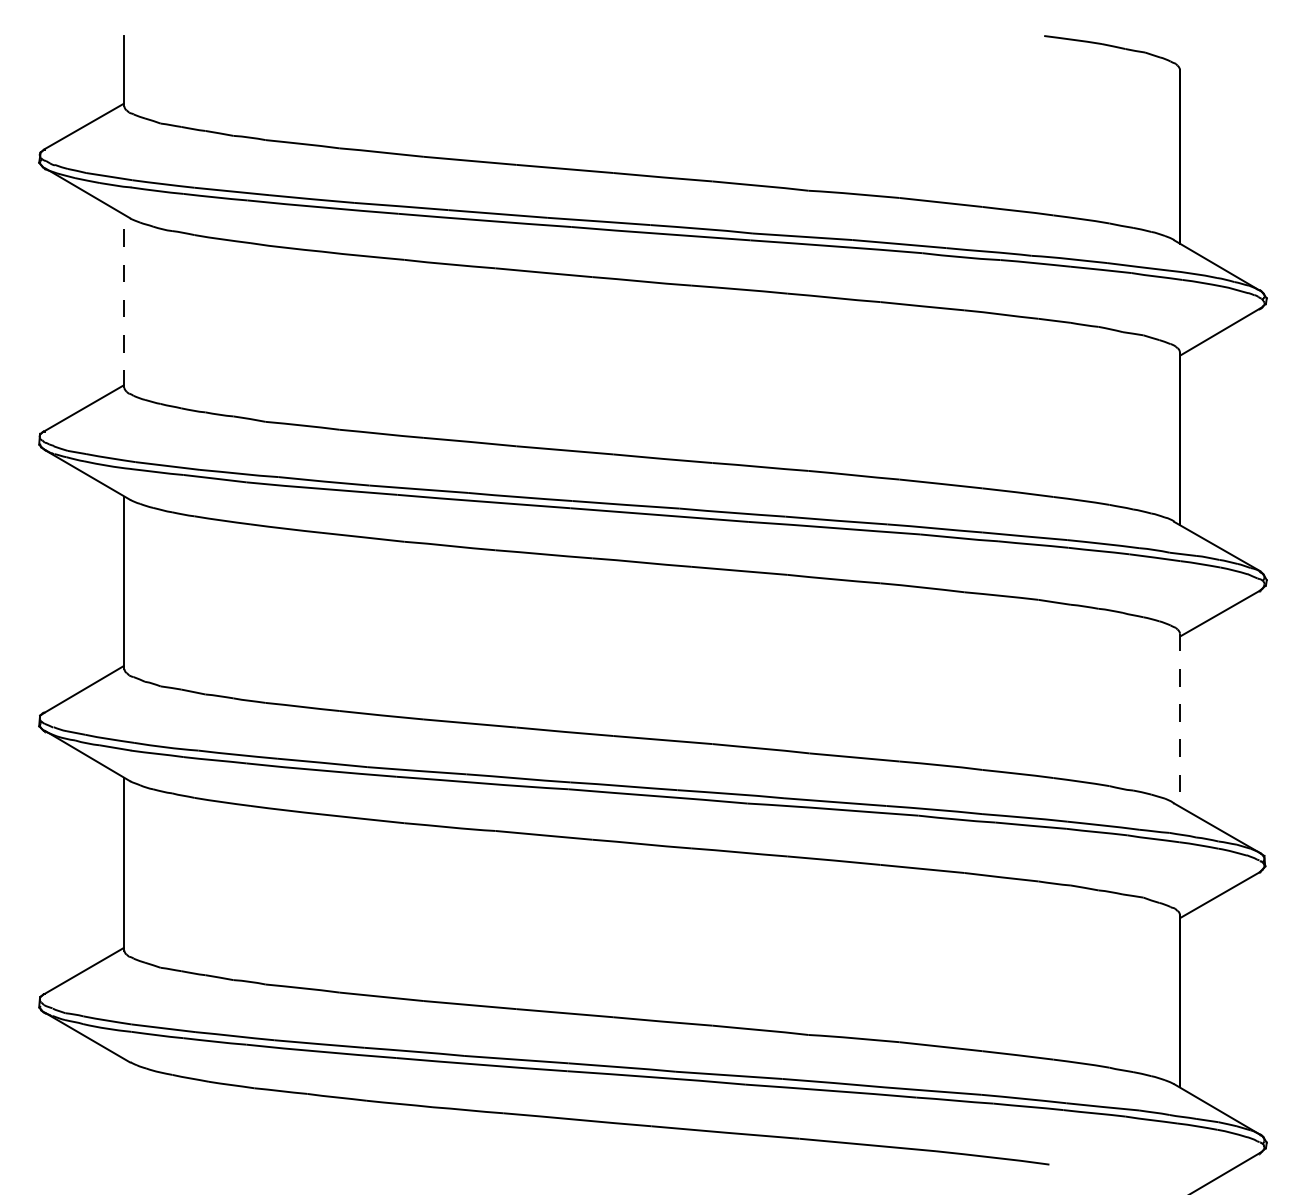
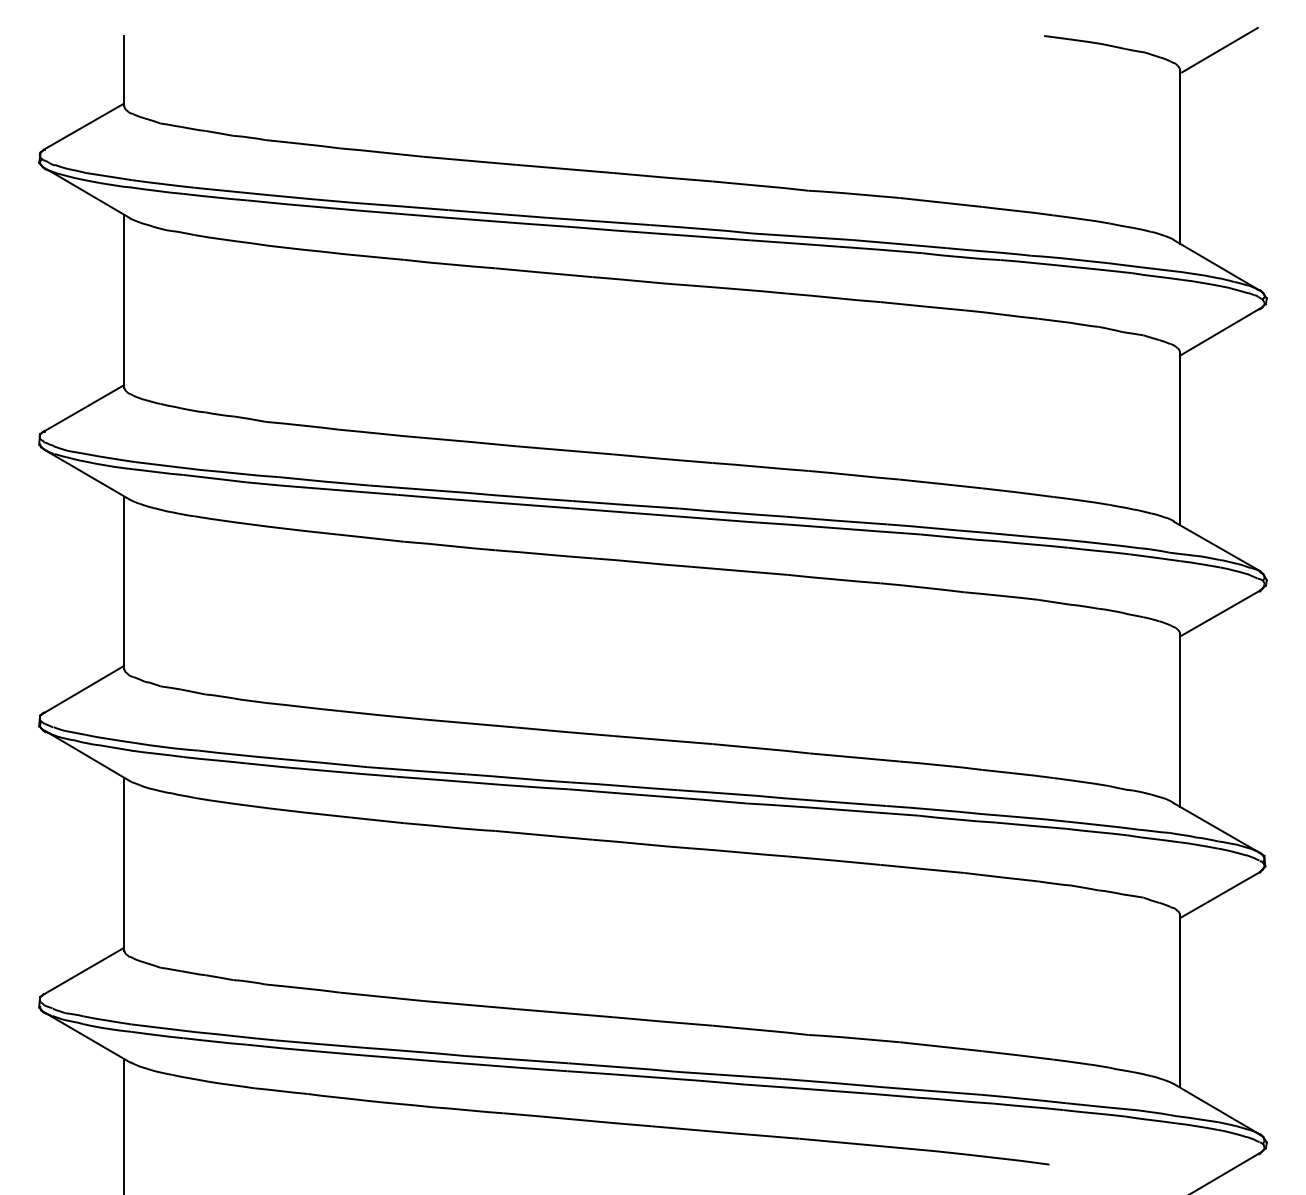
line at (1219, 49): none -> present
line at (124, 300): dashed -> solid
line at (1179, 720): dashed -> solid
line at (124, 1125): none -> present
